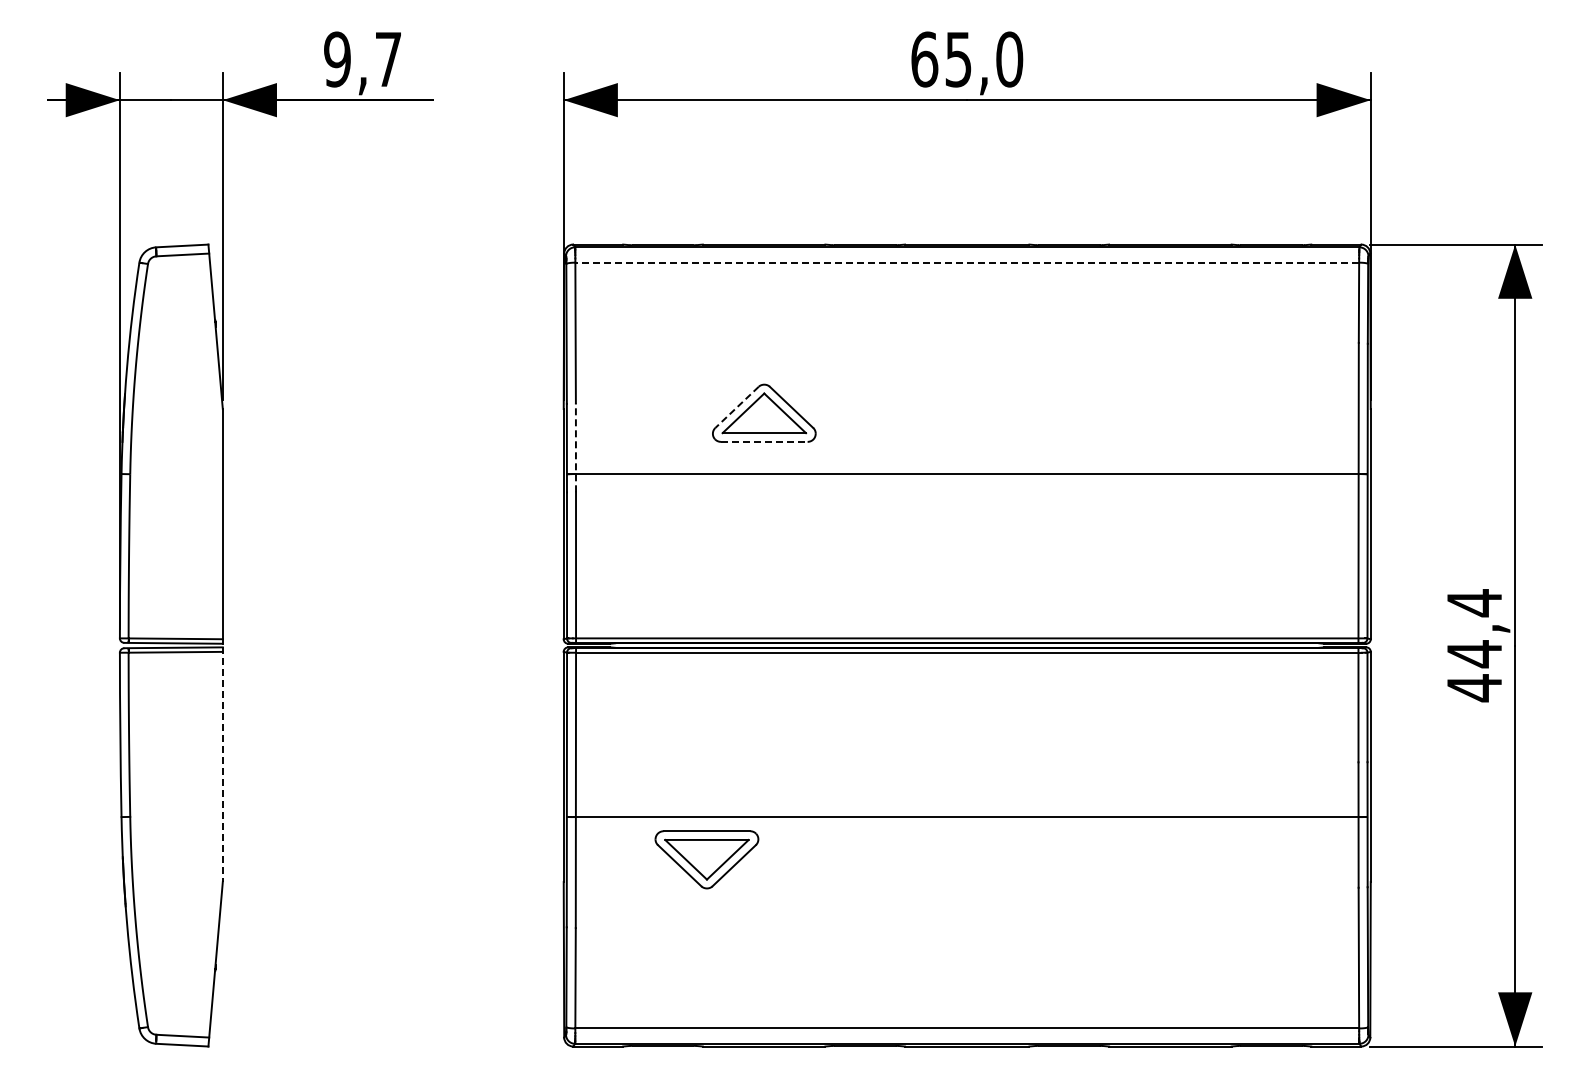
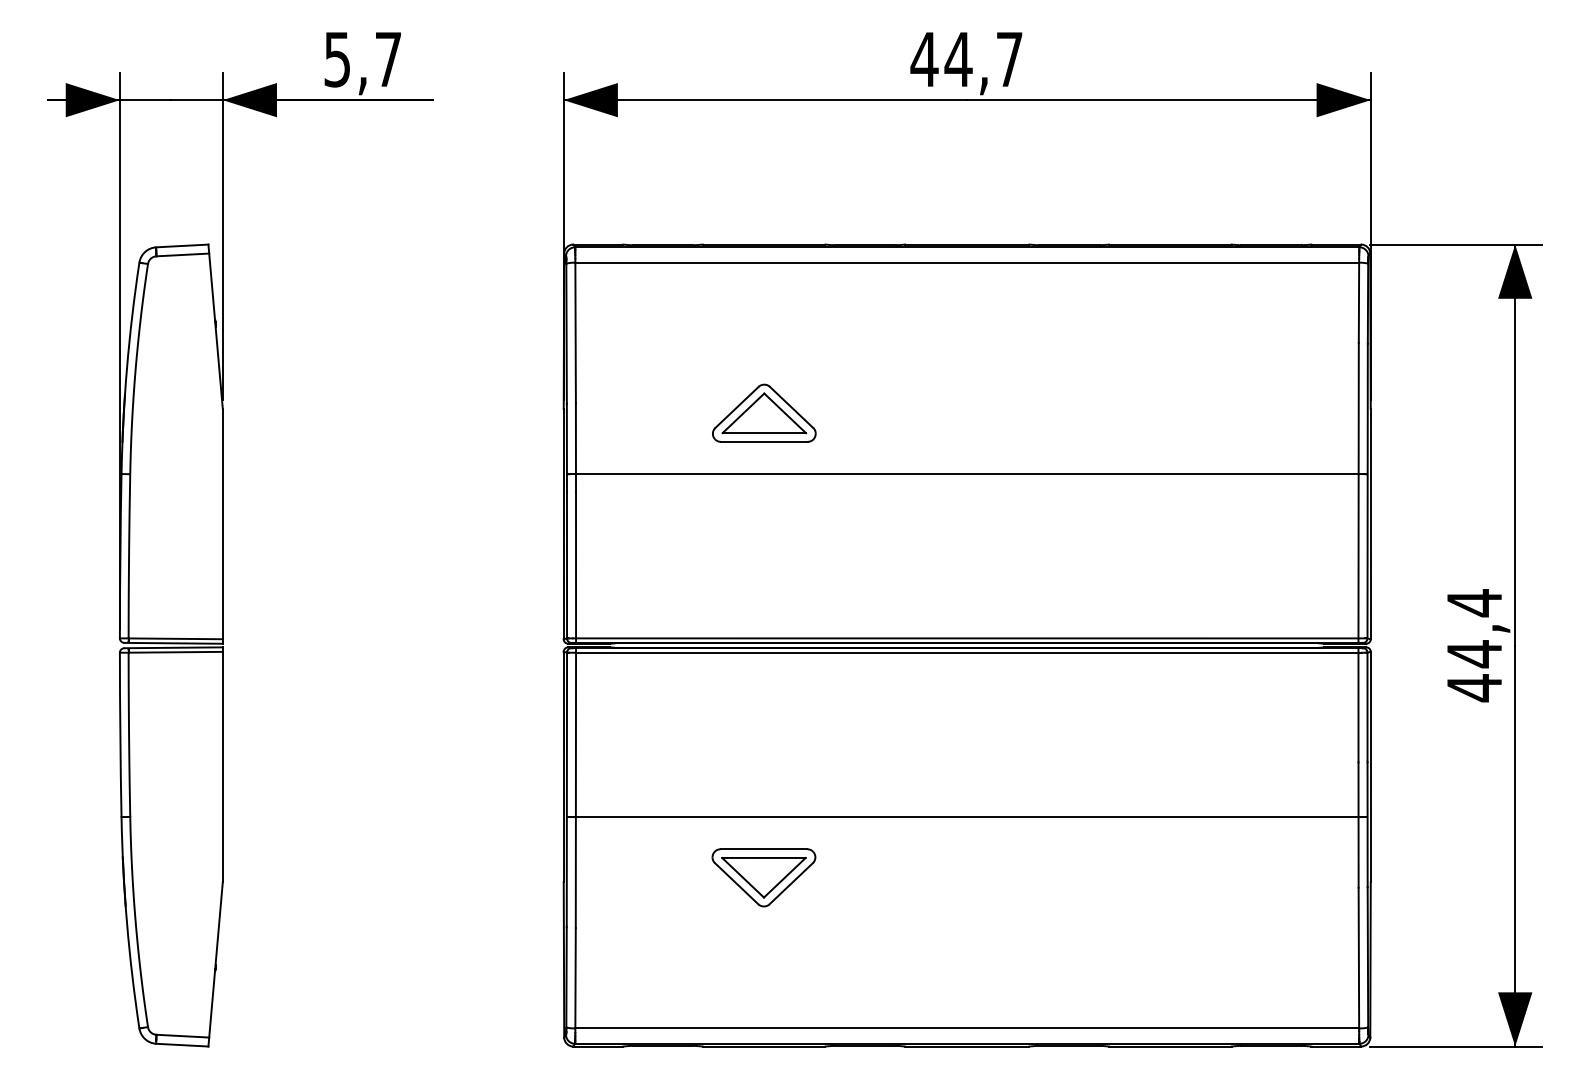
text at (337, 59): 9,7 -> 5,7
text at (966, 59): 65,0 -> 44,7
line at (967, 262): dashed -> solid
line at (737, 407): dashed -> solid
line at (764, 441): dashed -> solid
line at (575, 447): dashed -> solid
line at (222, 765): dashed -> solid
part at (706, 859) position: (706, 859) -> (763, 877)
